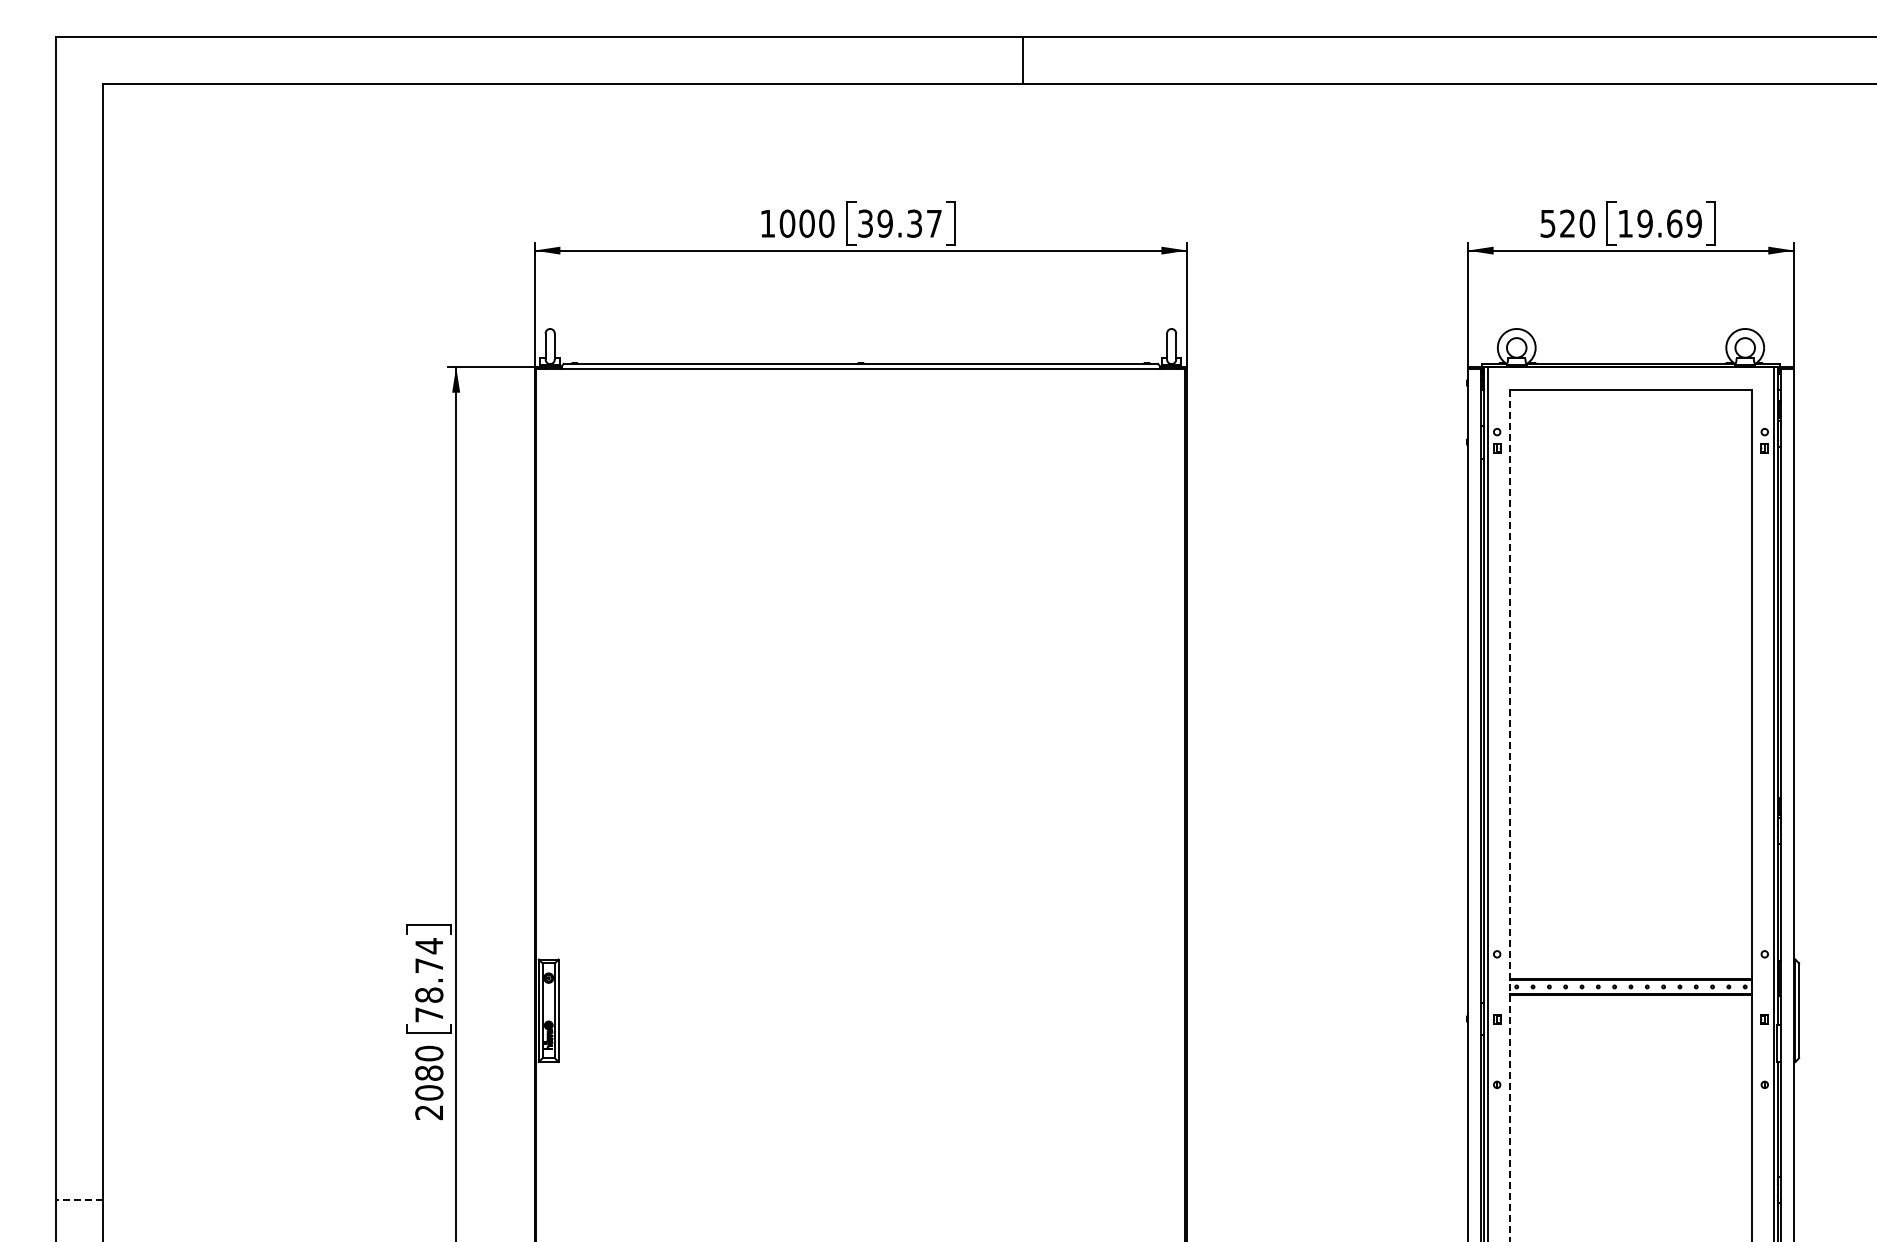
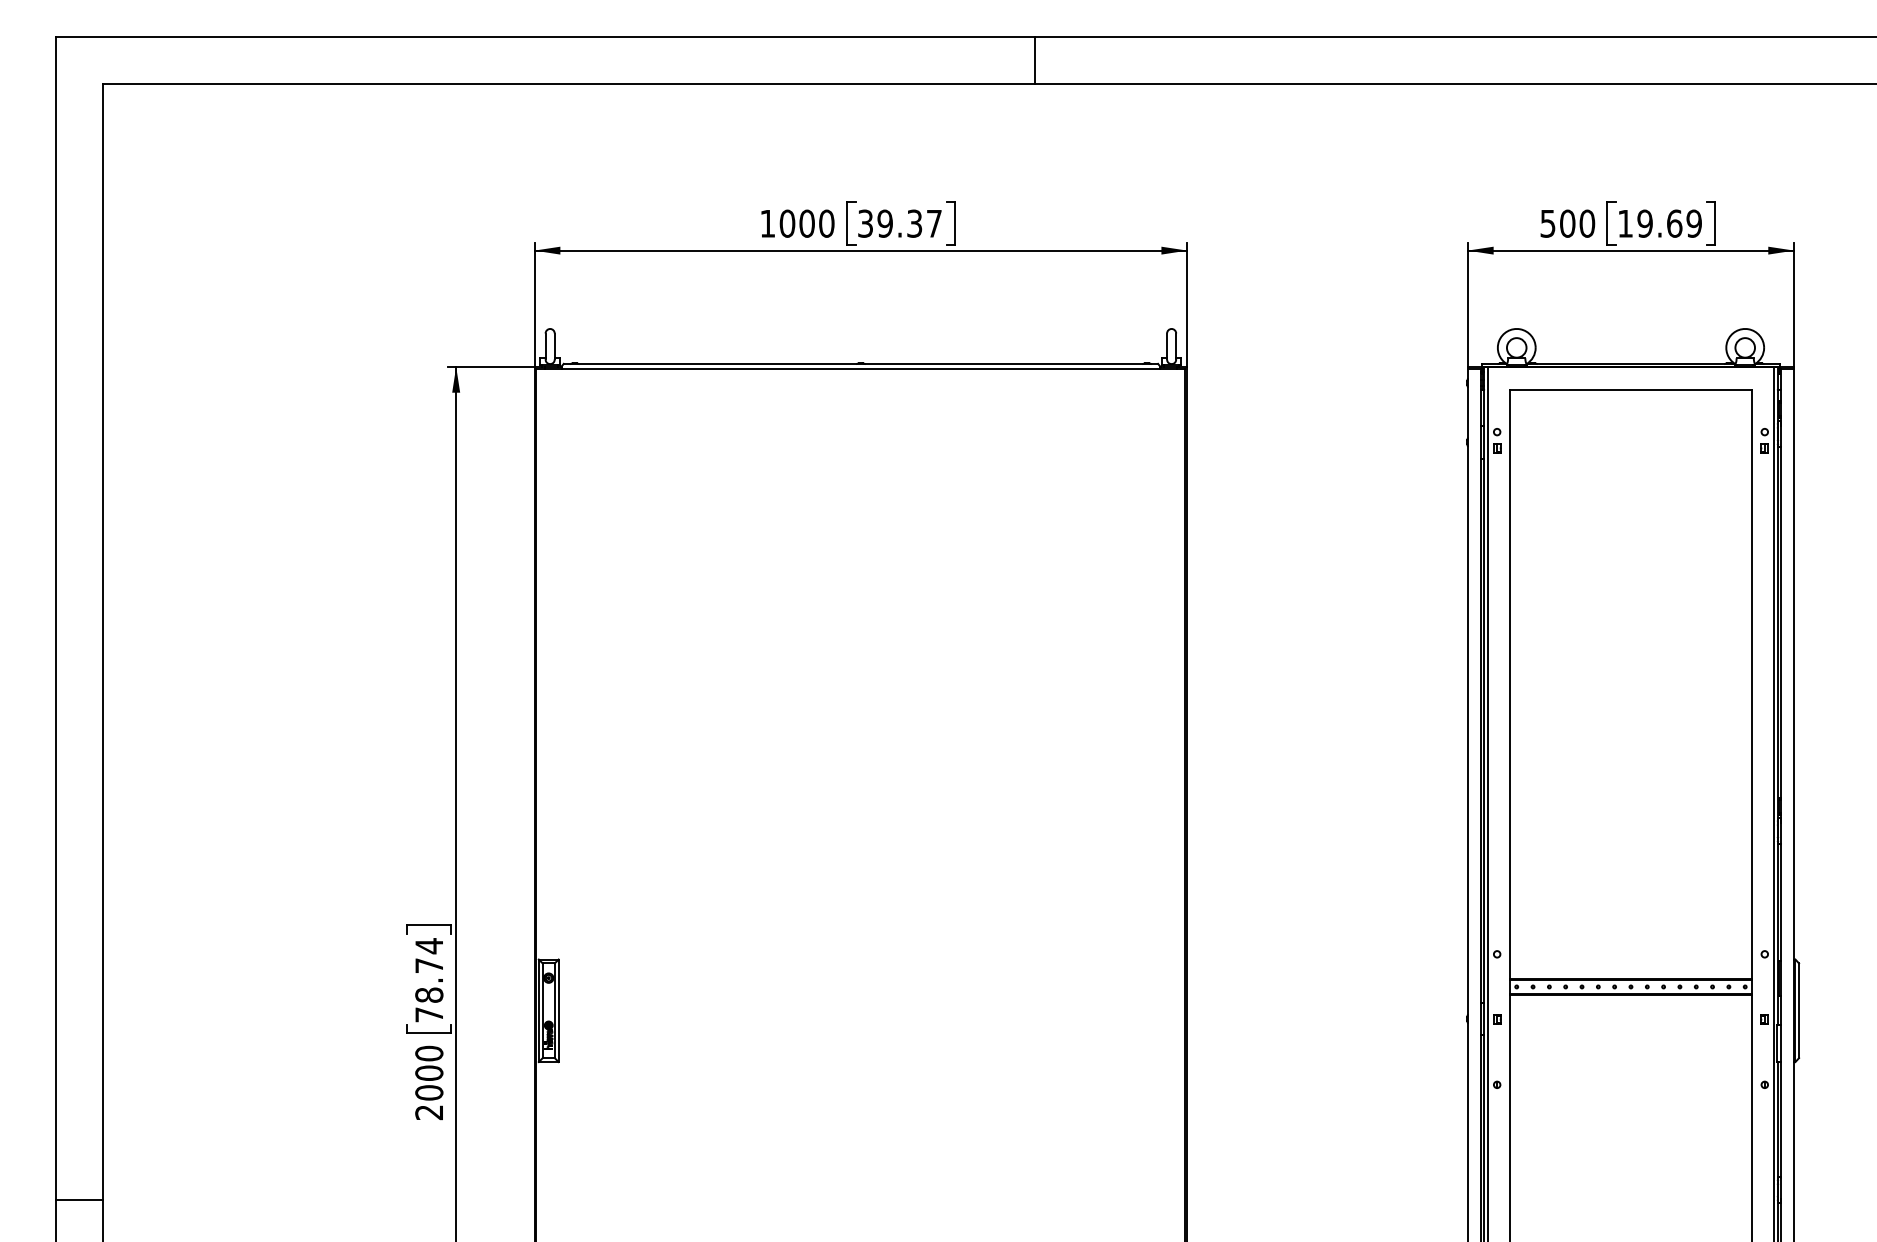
line at (1023, 60) position: (1023, 60) -> (1035, 60)
text at (1567, 223): 520 -> 500
line at (1510, 815): dashed -> solid
text at (429, 1072): 2080 -> 2000
line at (79, 1200): dashed -> solid
